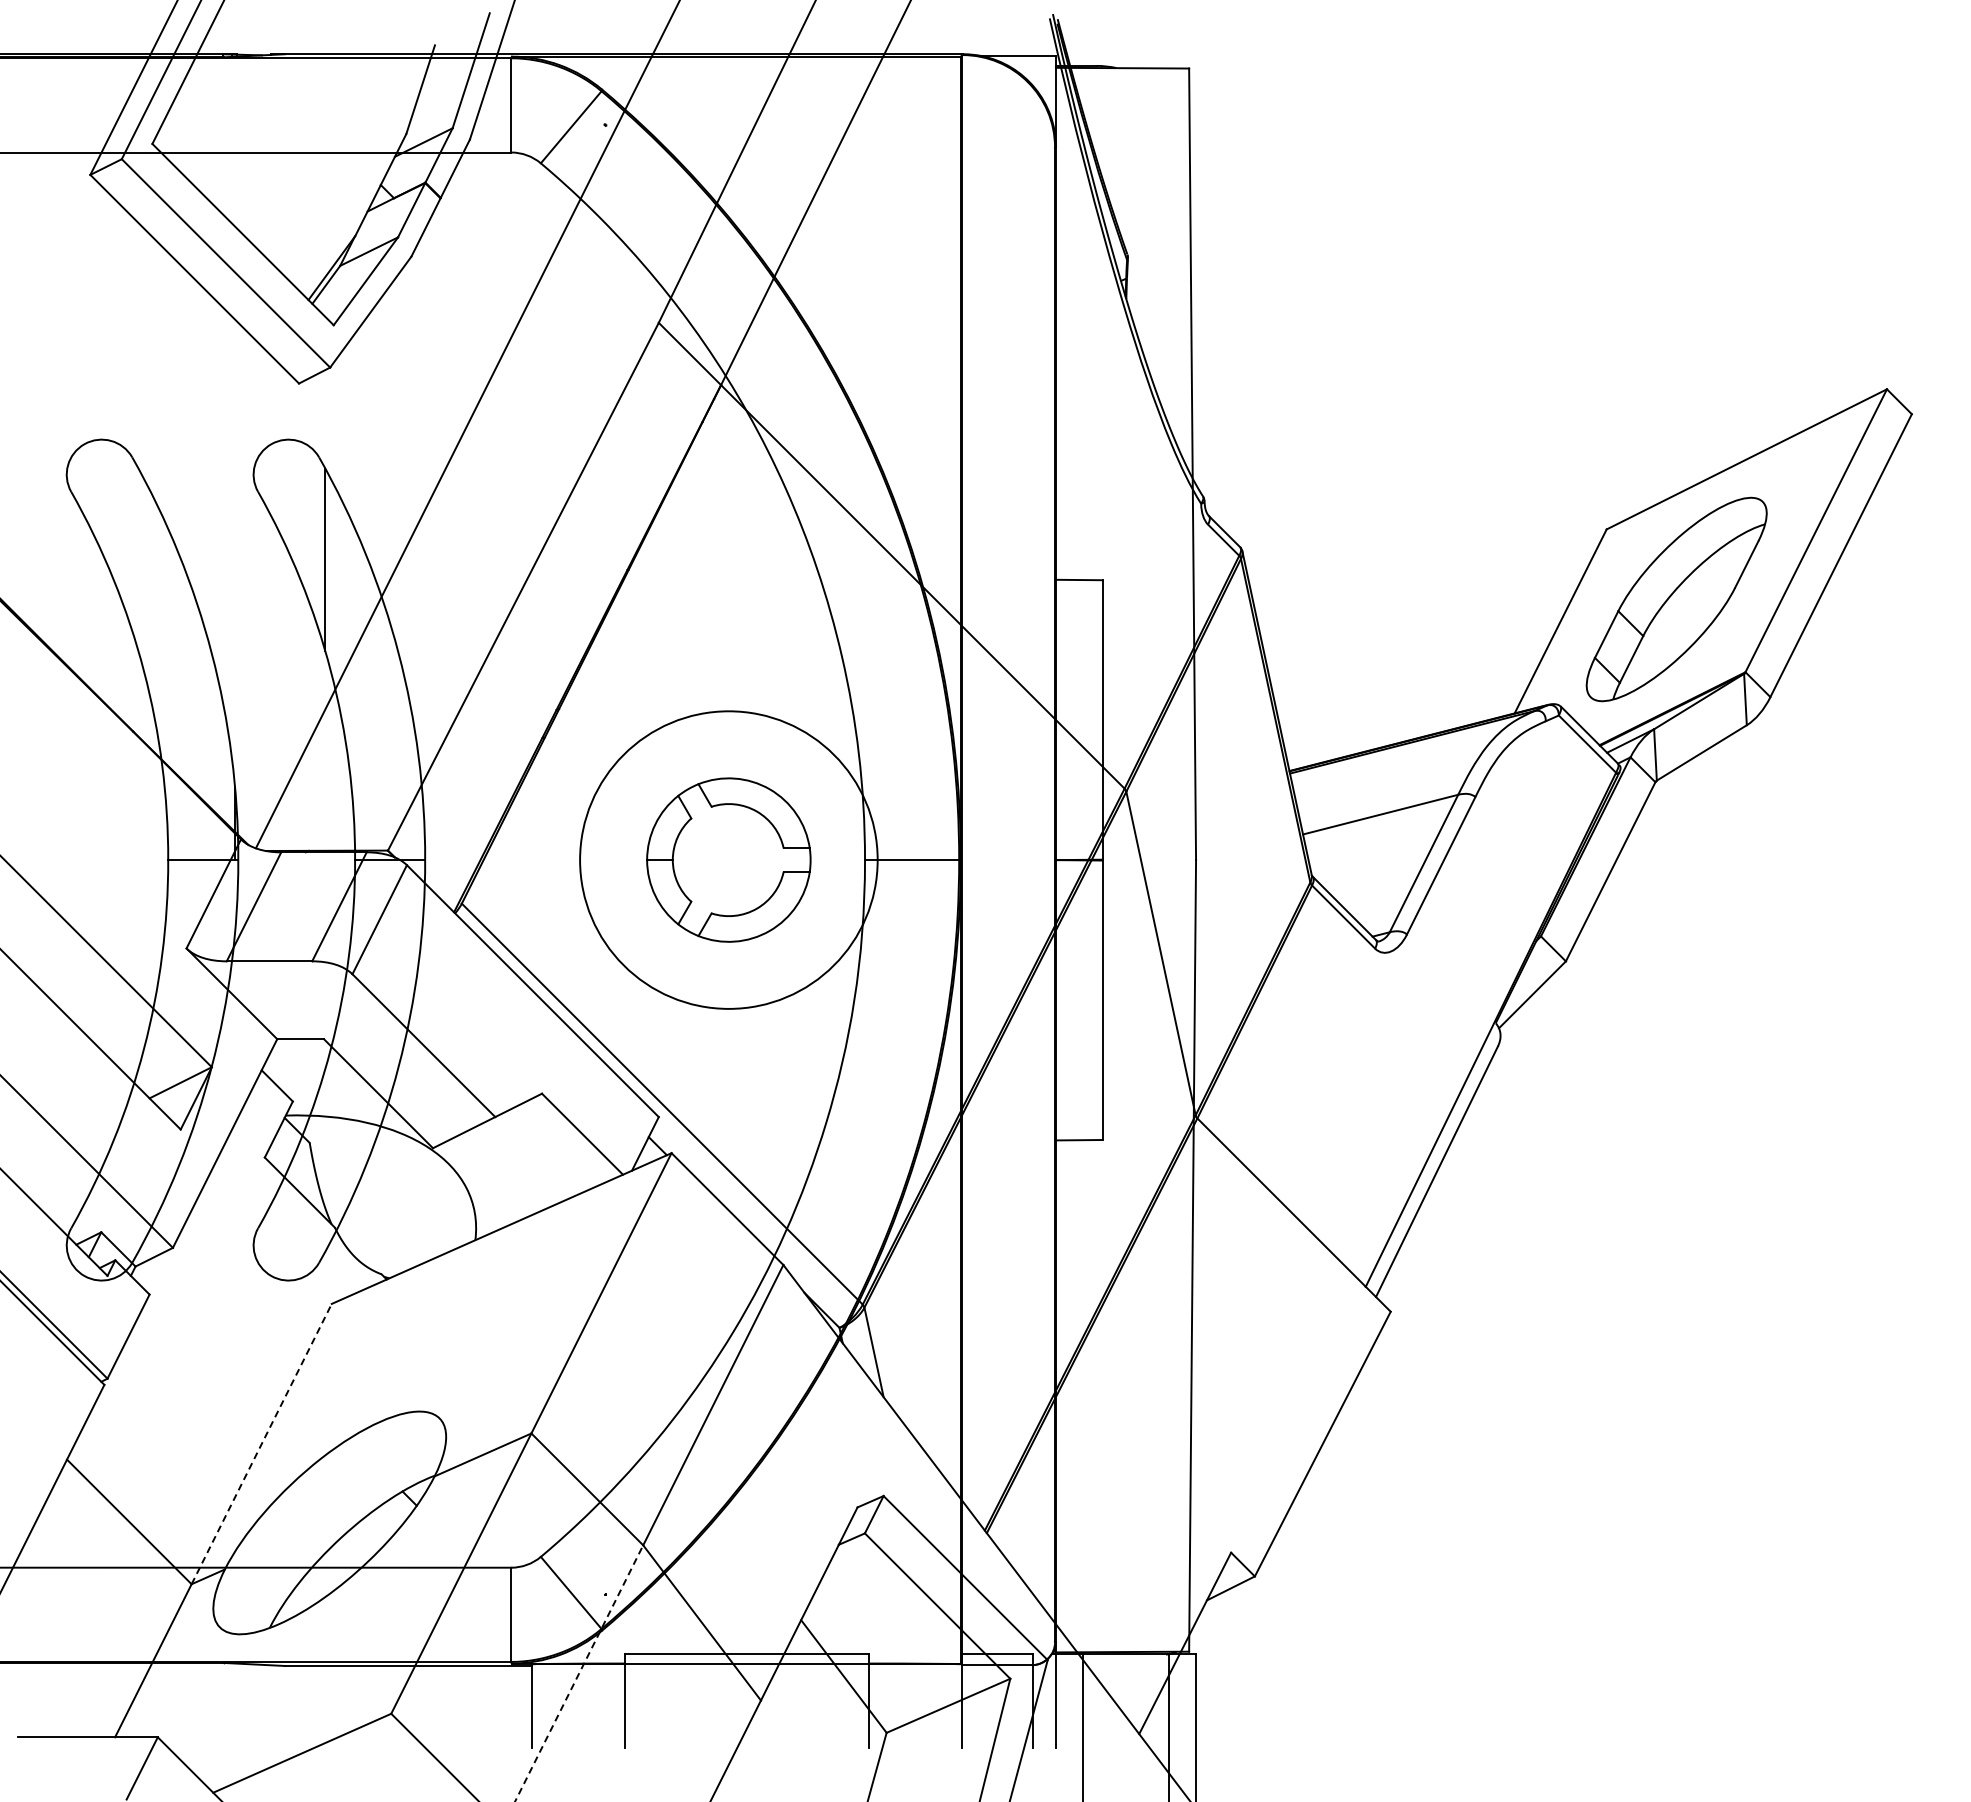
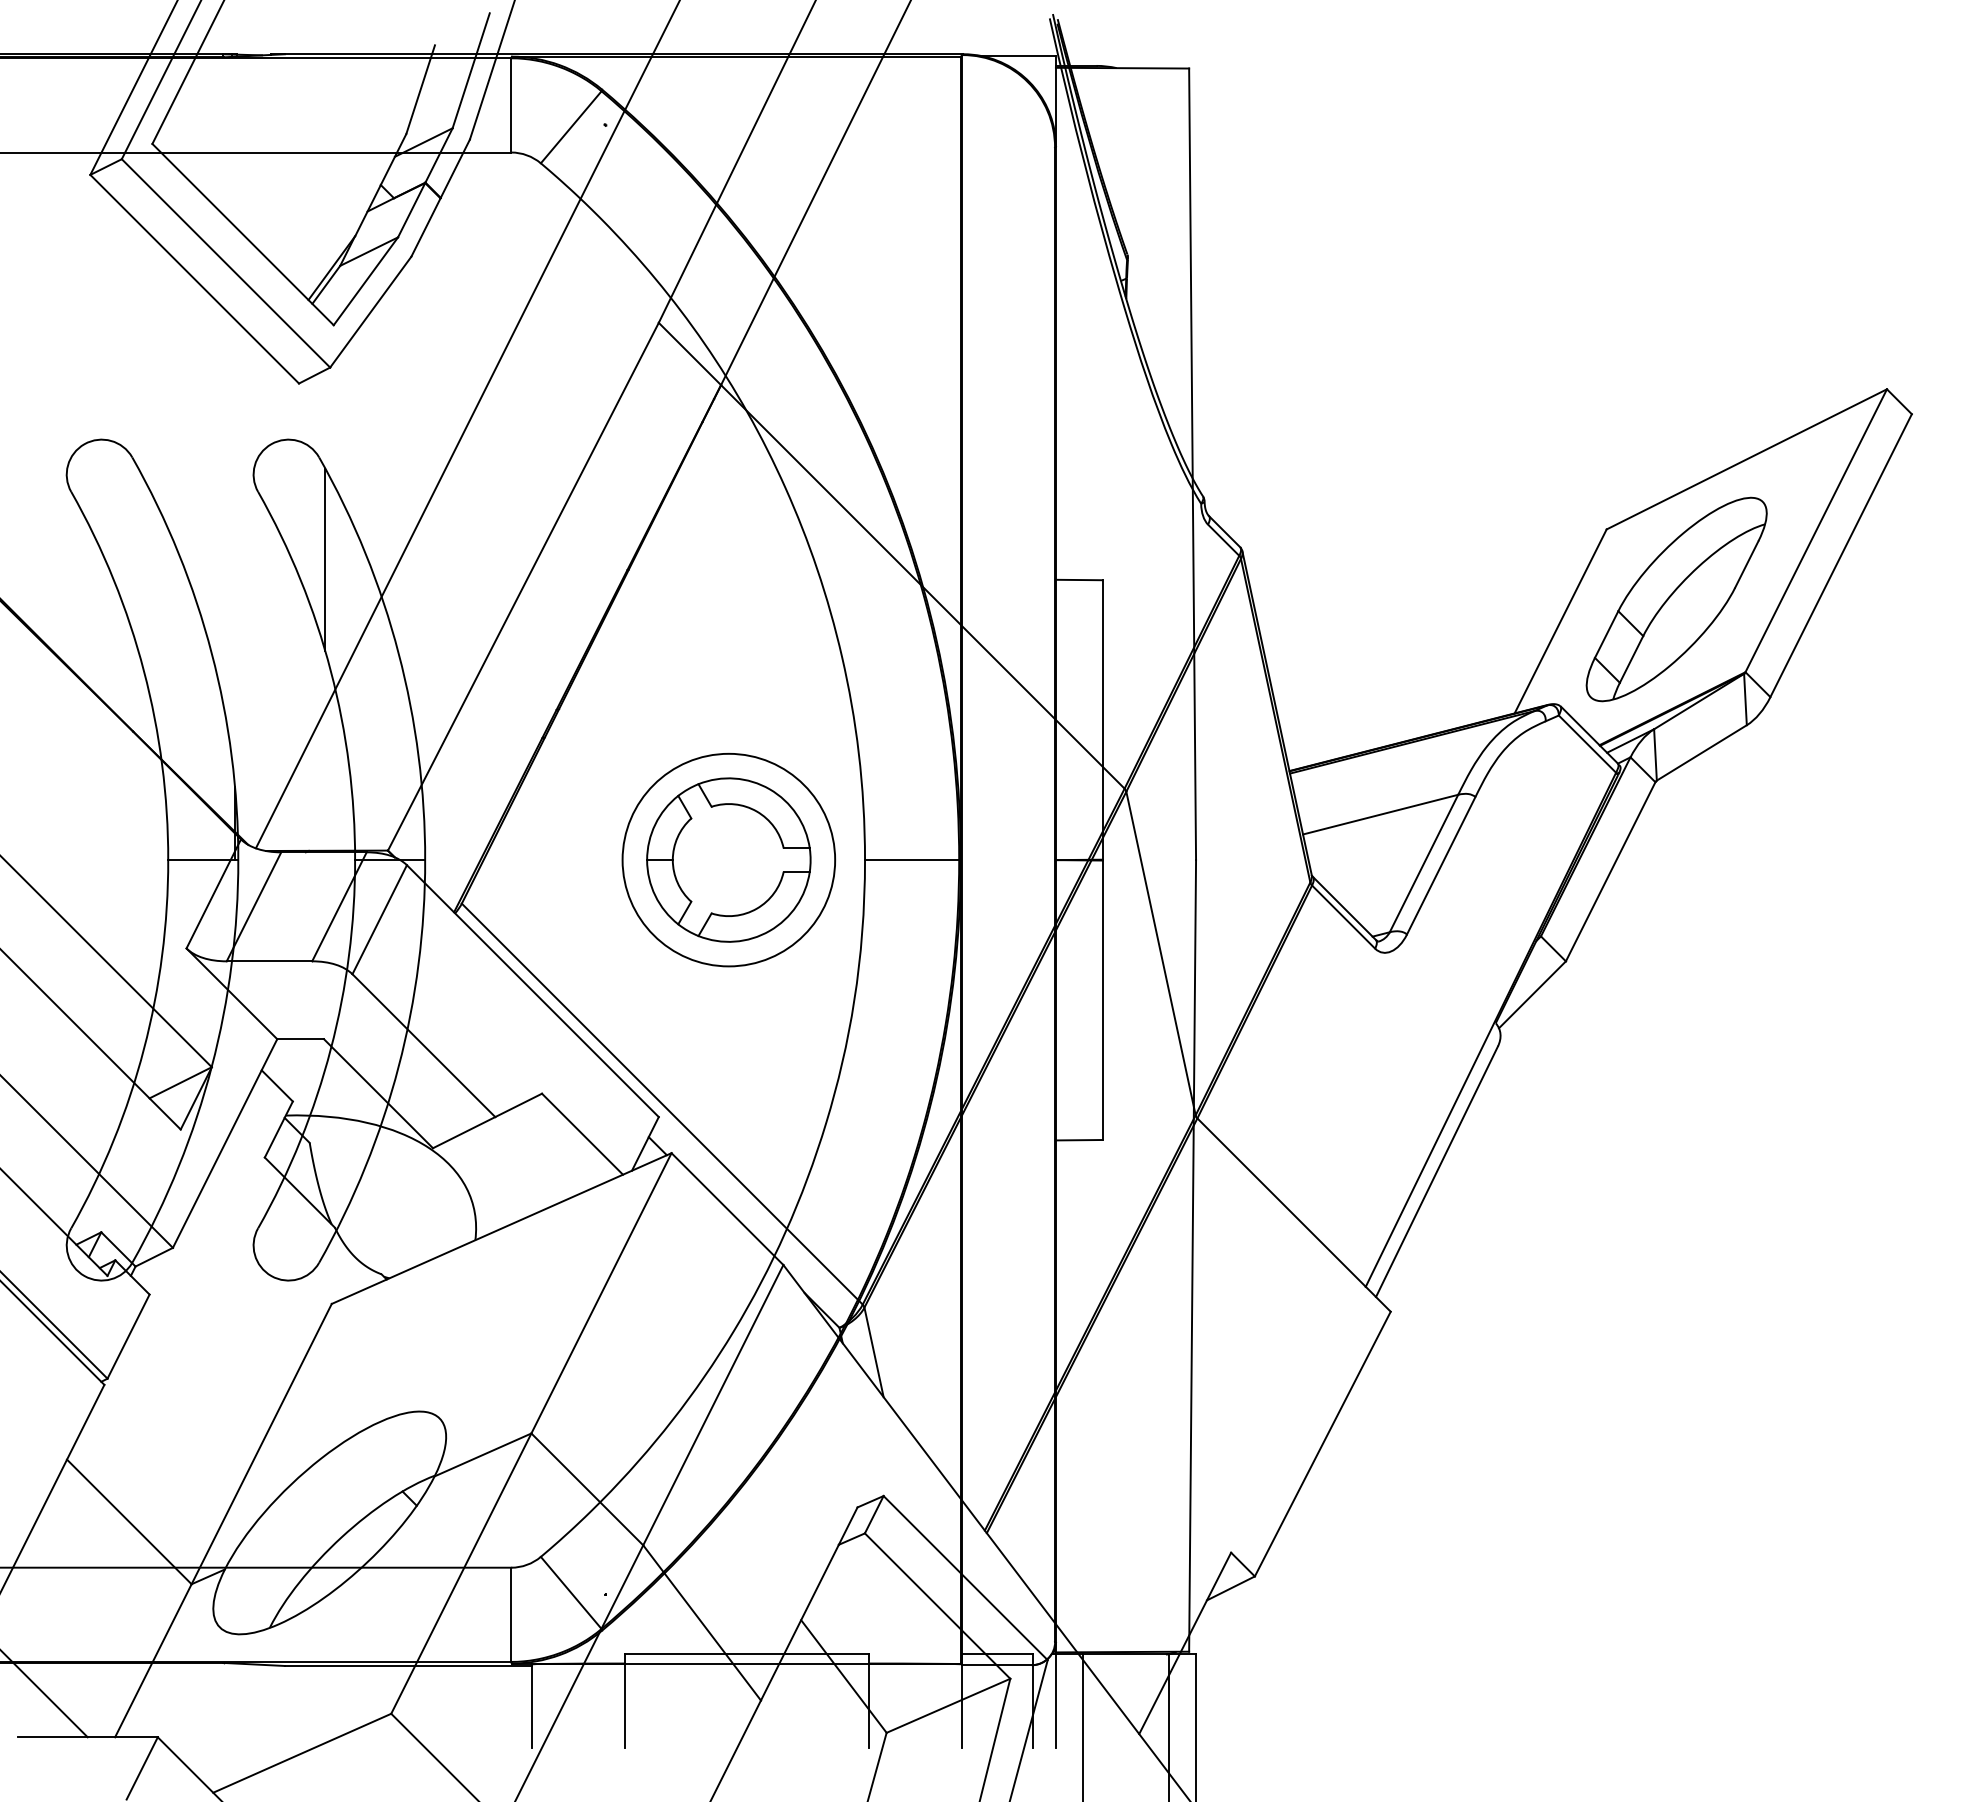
circle at (728, 859) diameter: 298 px -> 213 px
line at (261, 1444): dashed -> solid
line at (579, 1672): dashed -> solid
line at (44, 1694): none -> present
